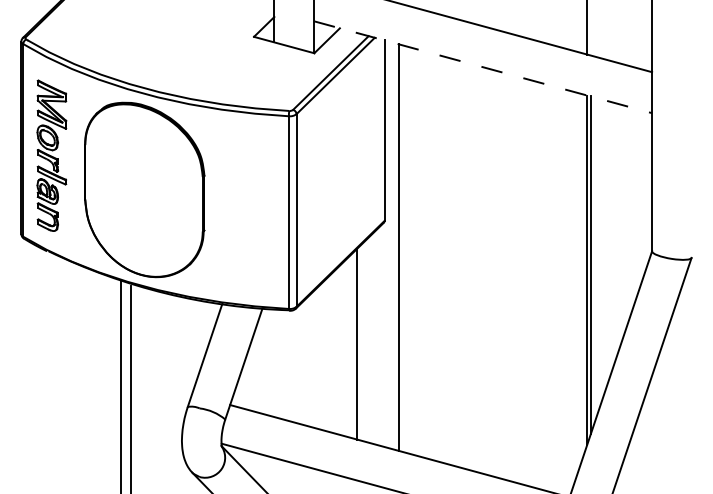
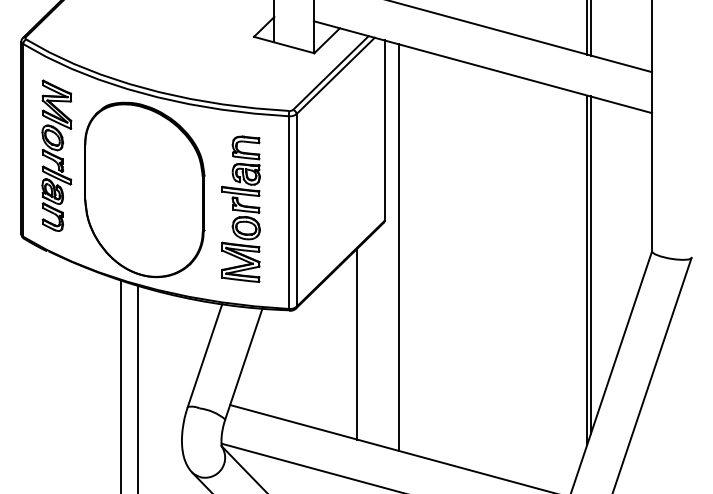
line at (590, 28): none -> present
line at (483, 67): dashed -> solid
part at (51, 155) position: (51, 155) -> (56, 155)
part at (240, 208): none -> present
line at (130, 387) position: (130, 387) -> (137, 387)
